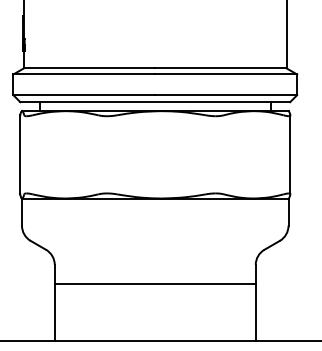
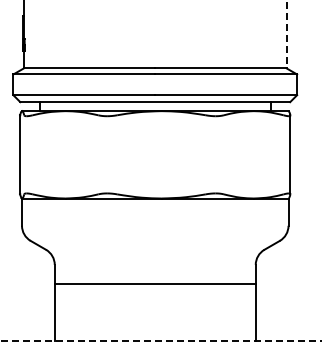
line at (286, 34): solid -> dashed
line at (160, 341): solid -> dashed
